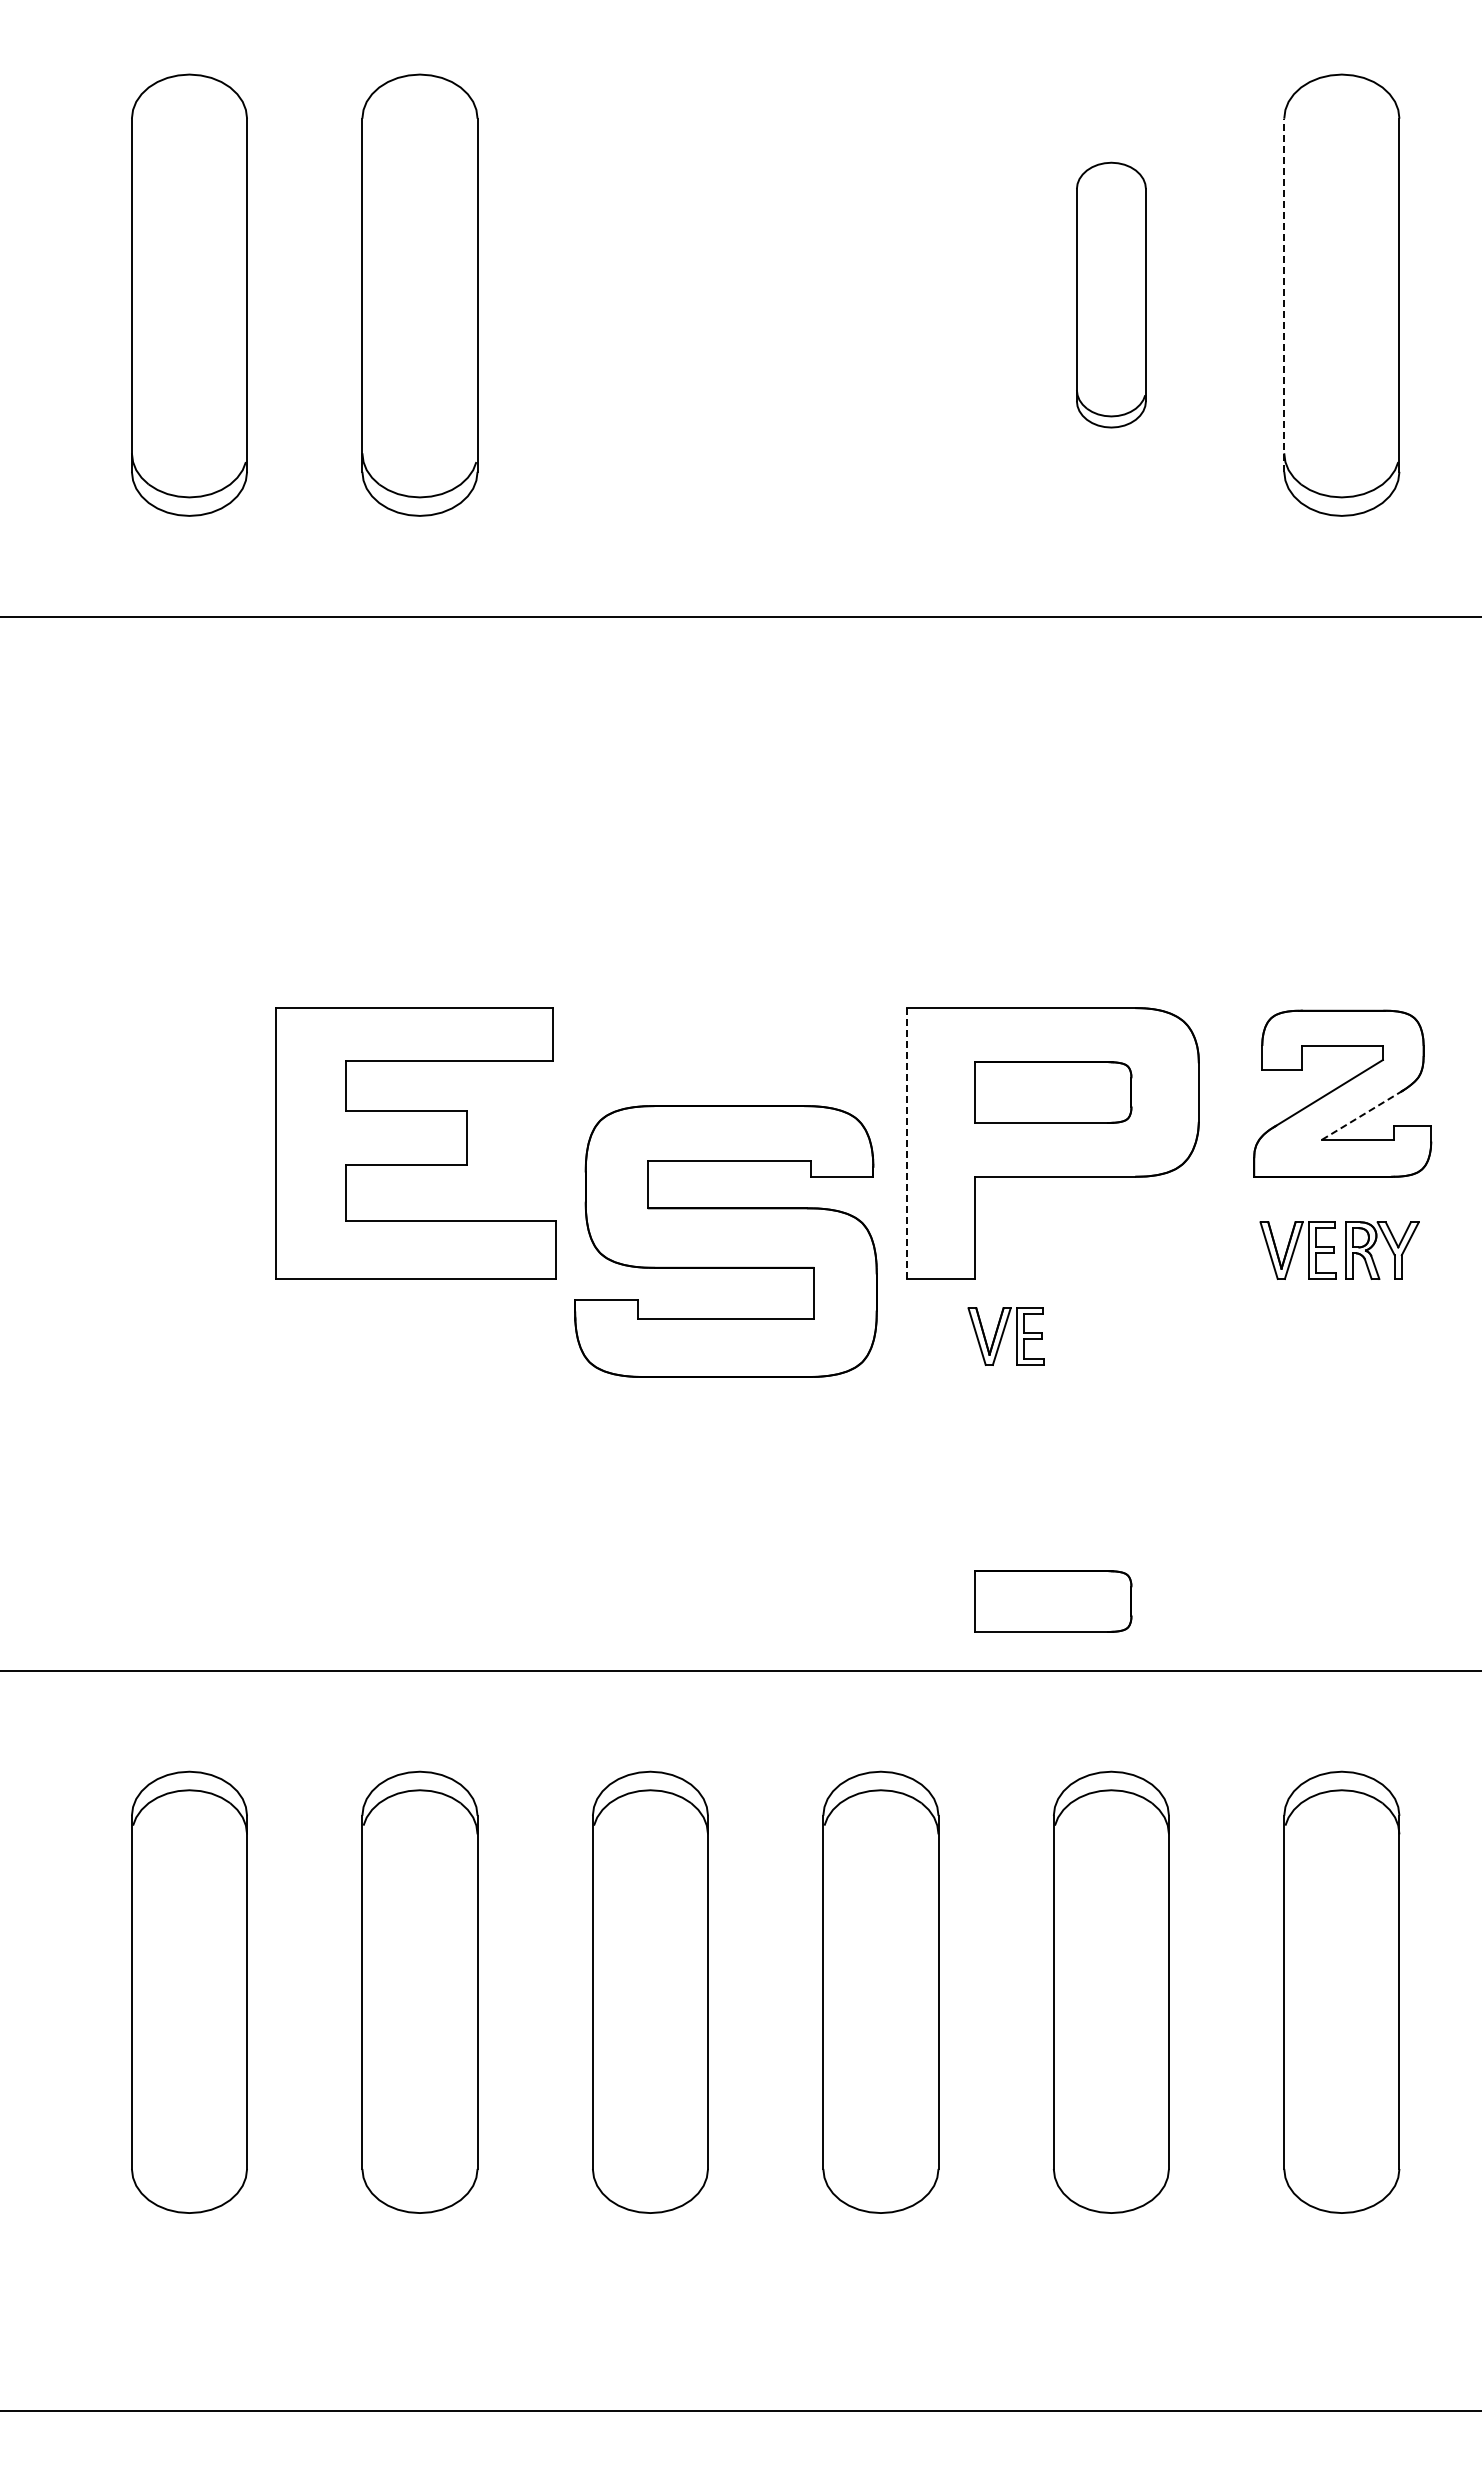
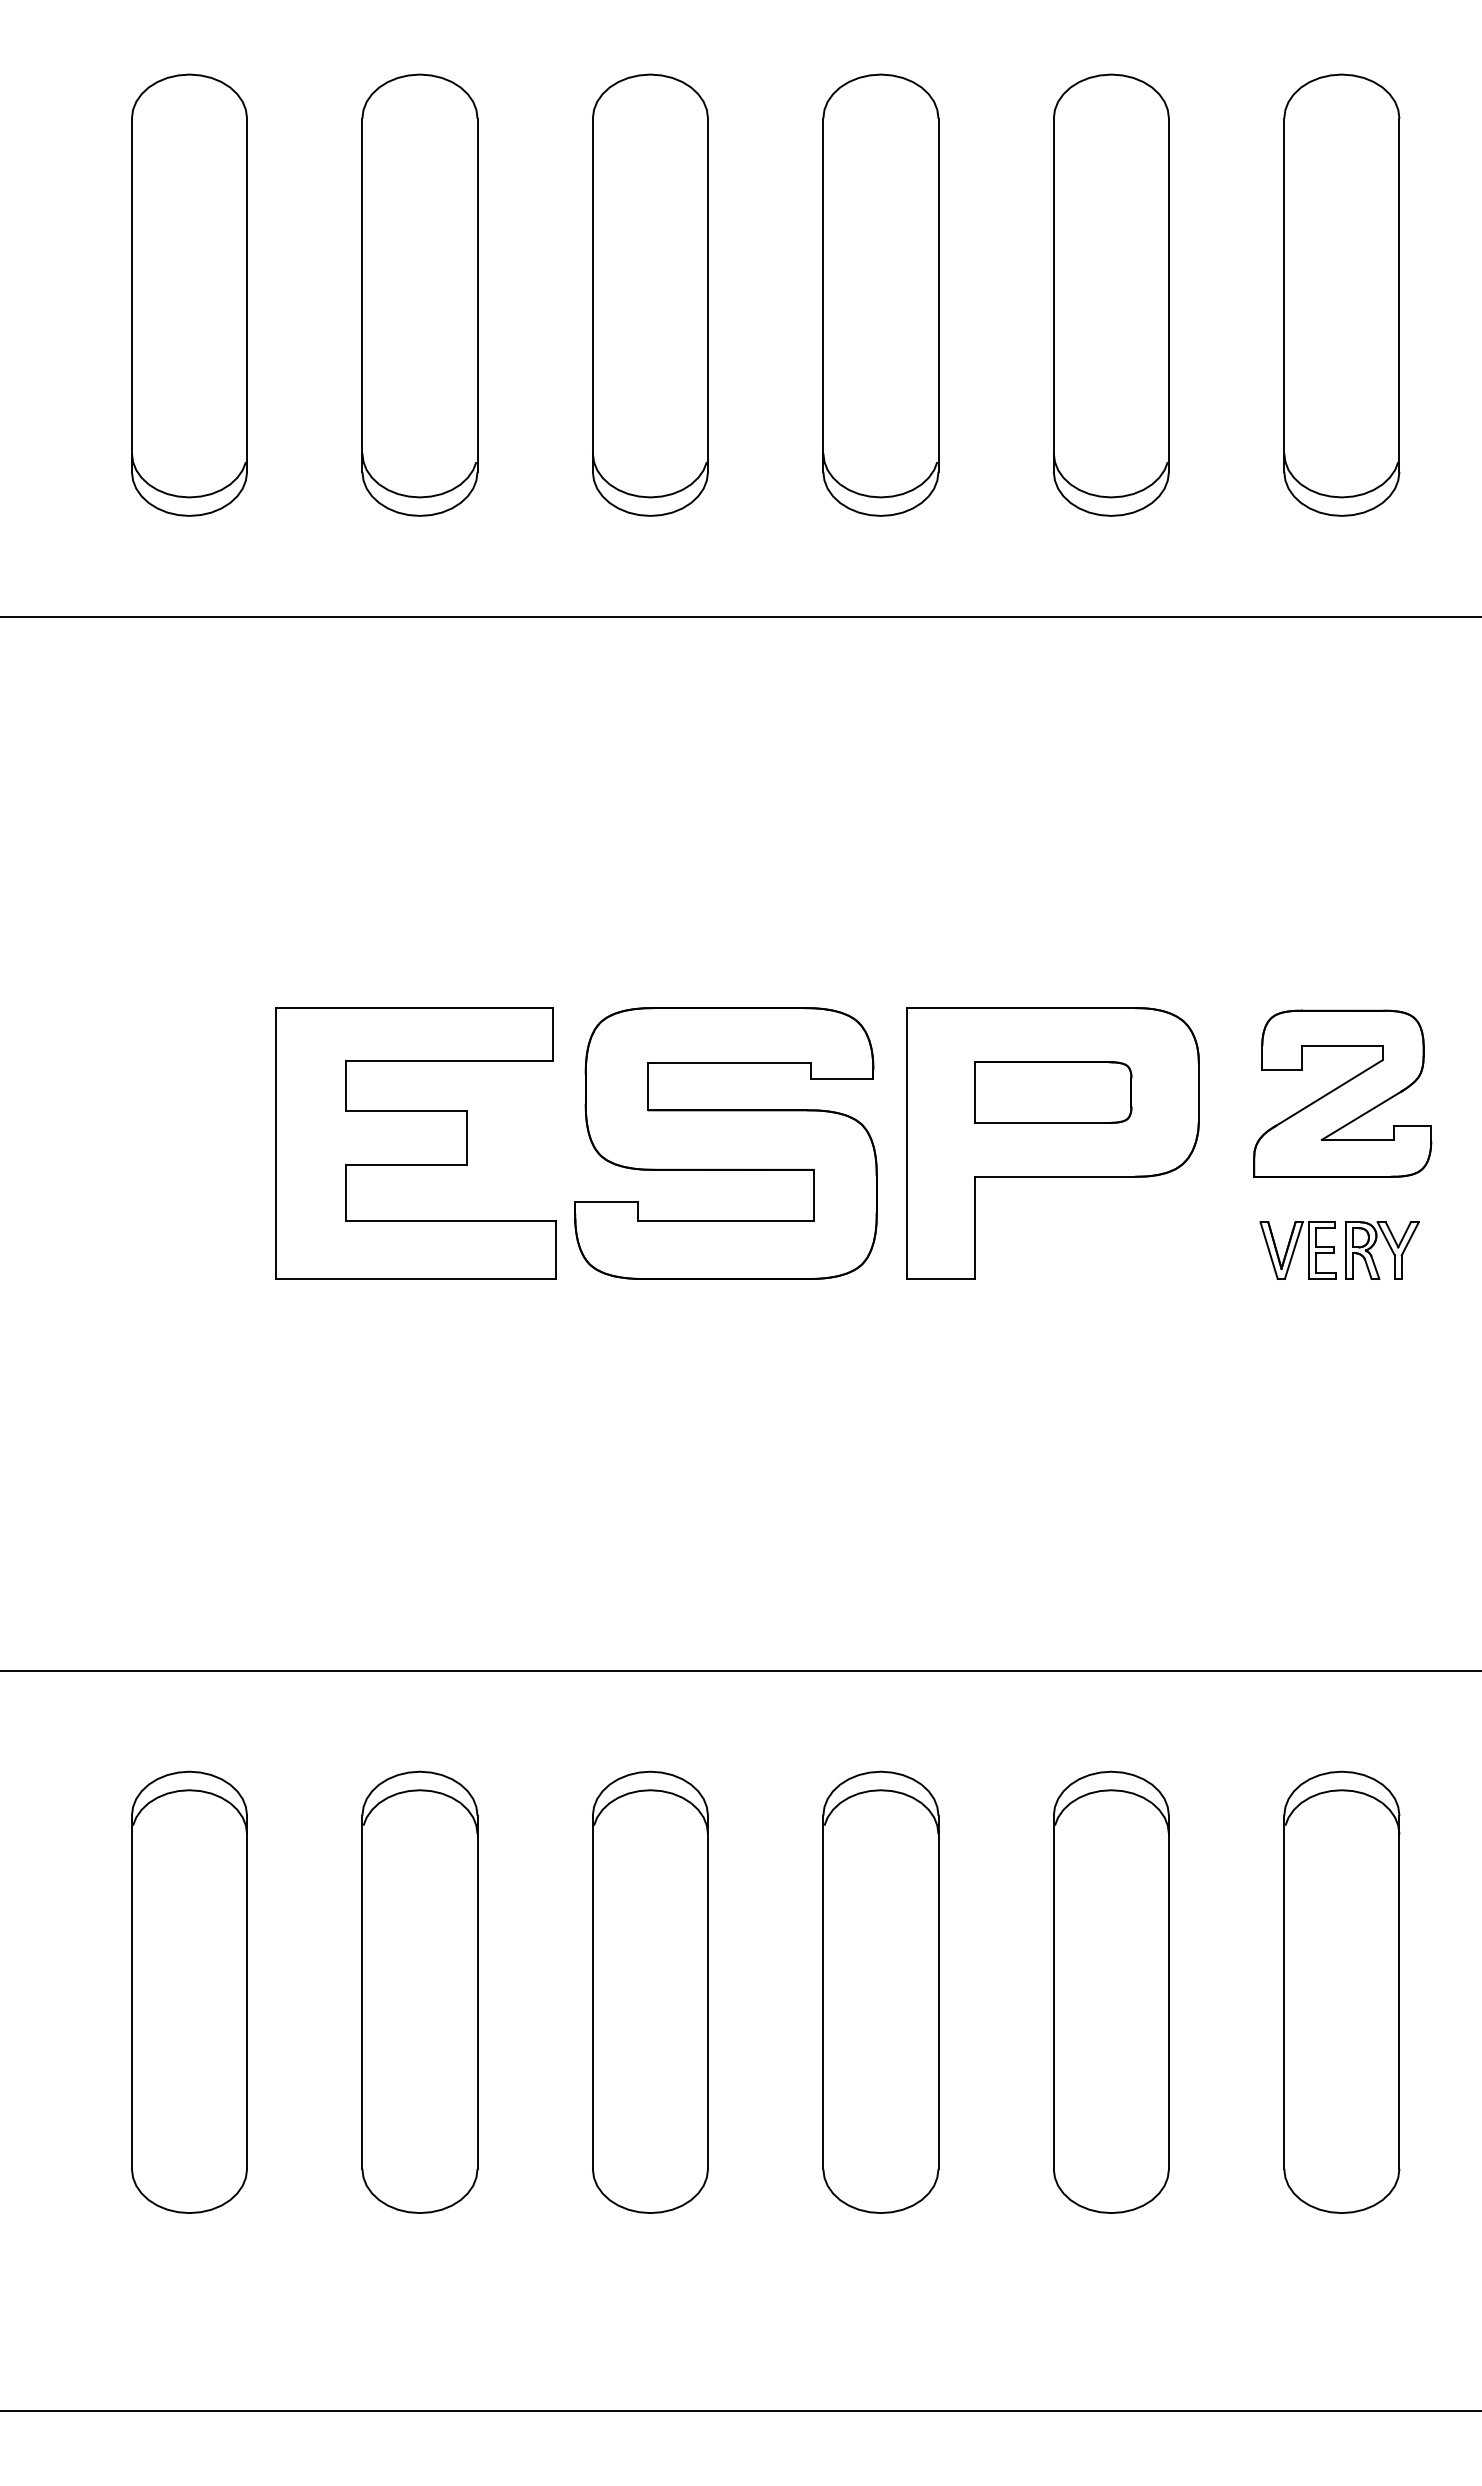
part at (650, 294): none -> present
part at (880, 294): none -> present
part at (1111, 294) size: 71x268 px -> 117x444 px
line at (1284, 295): dashed -> solid
line at (1361, 1115): dashed -> solid
line at (906, 1144): dashed -> solid
part at (725, 1241) position: (725, 1241) -> (725, 1143)
part at (1005, 1336): present -> none
part at (1053, 1601): present -> none
